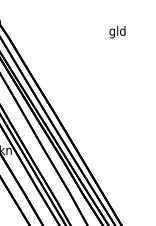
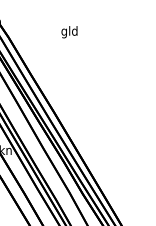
text at (117, 32) position: (117, 32) -> (69, 32)
